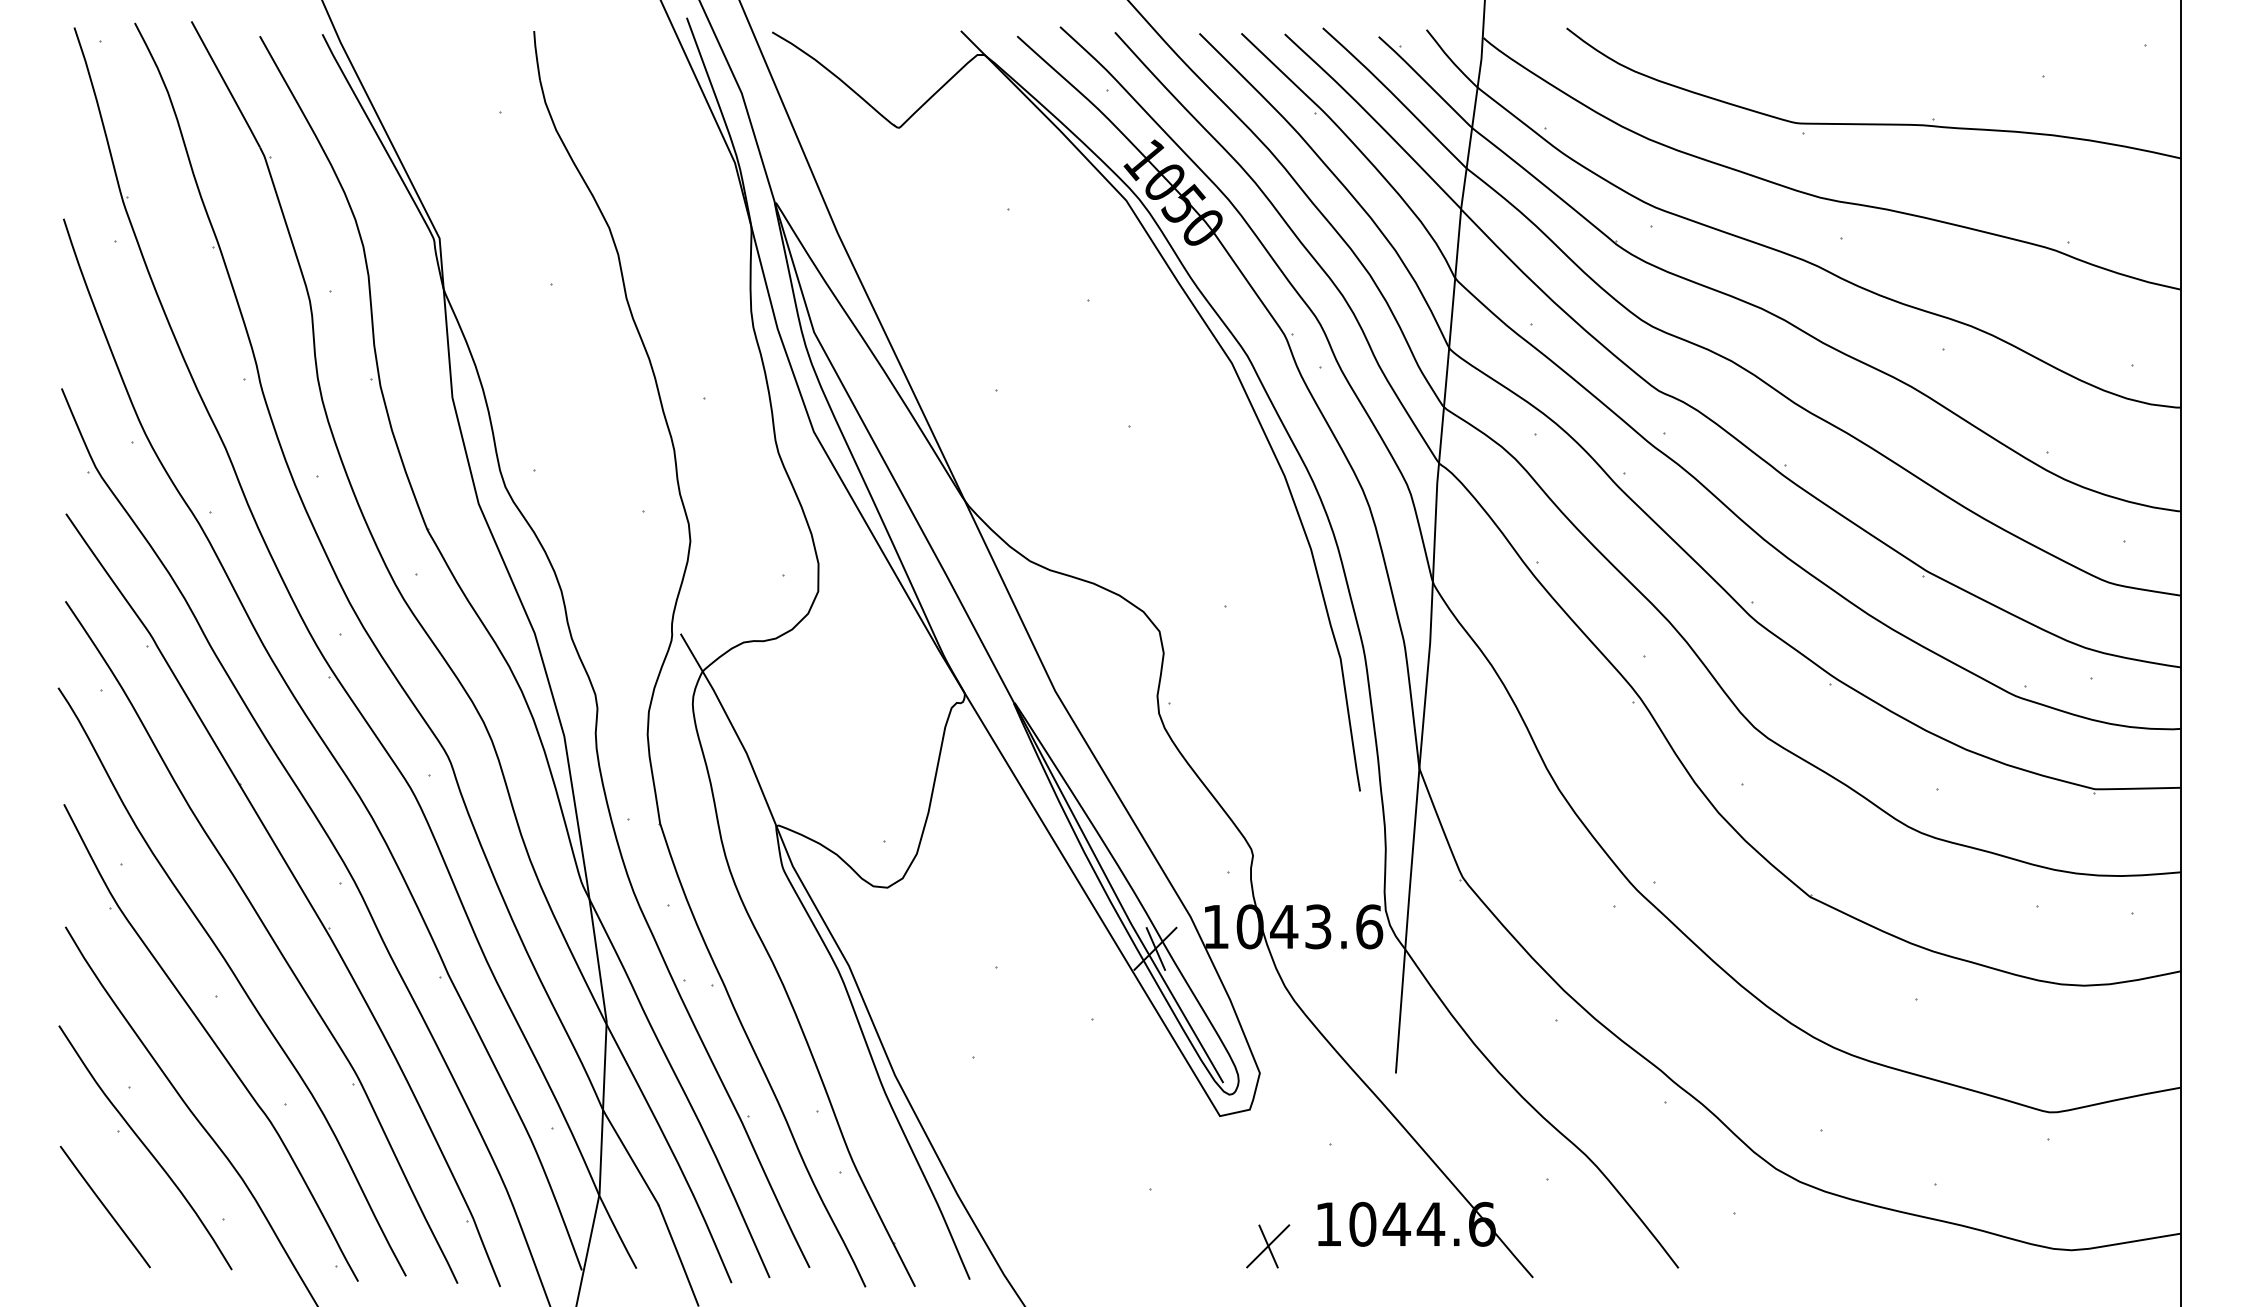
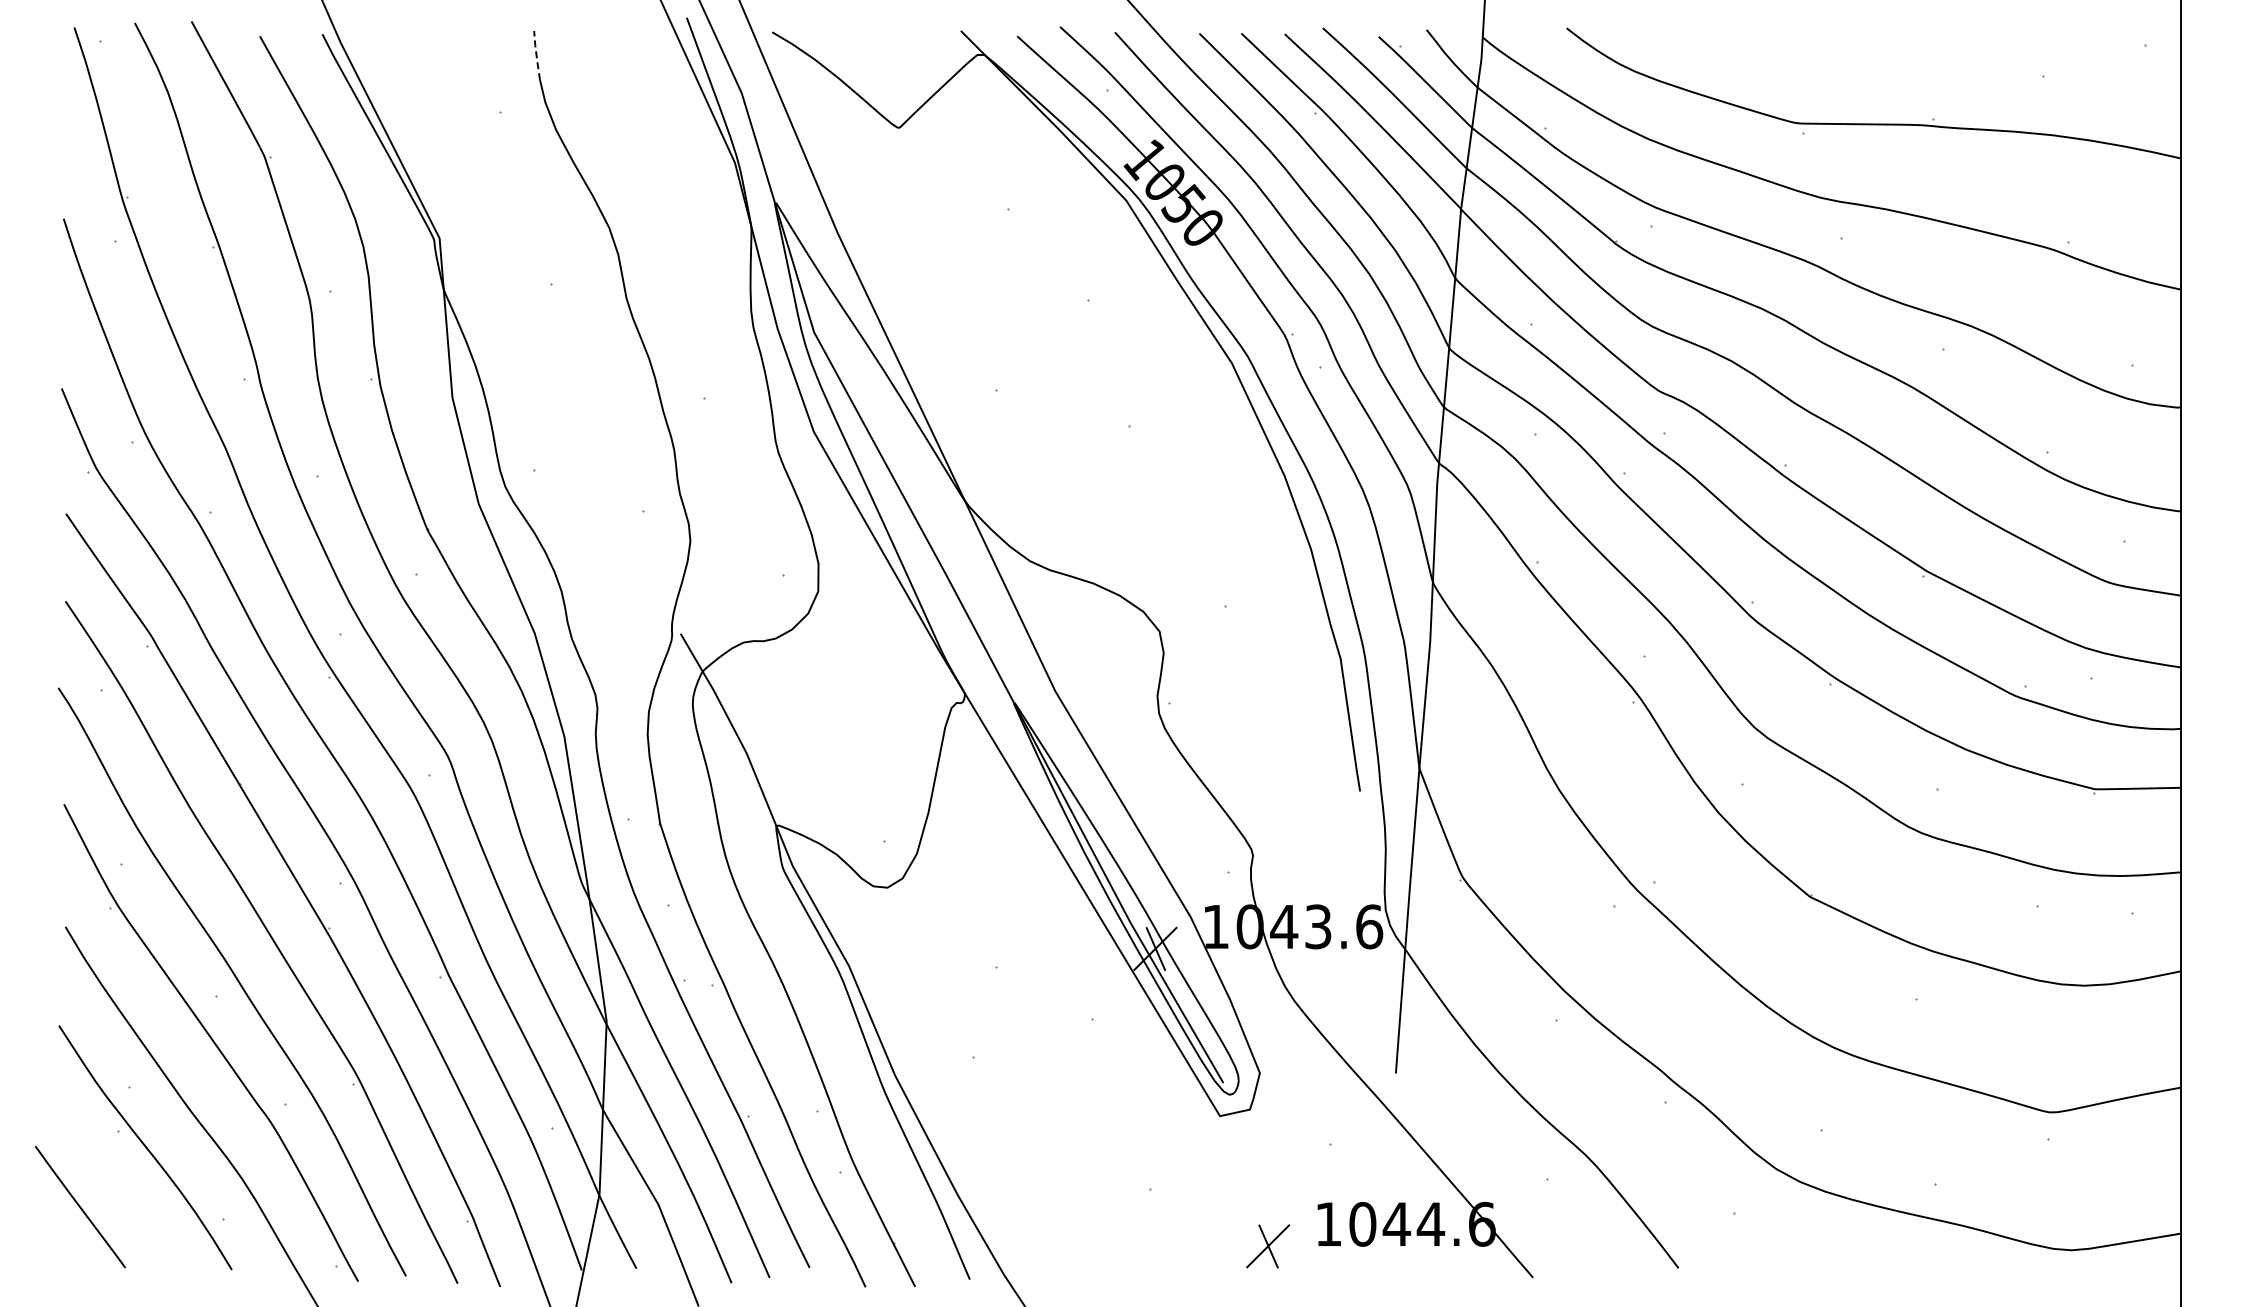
line at (536, 55): solid -> dashed
line at (104, 1207) position: (104, 1207) -> (79, 1207)
